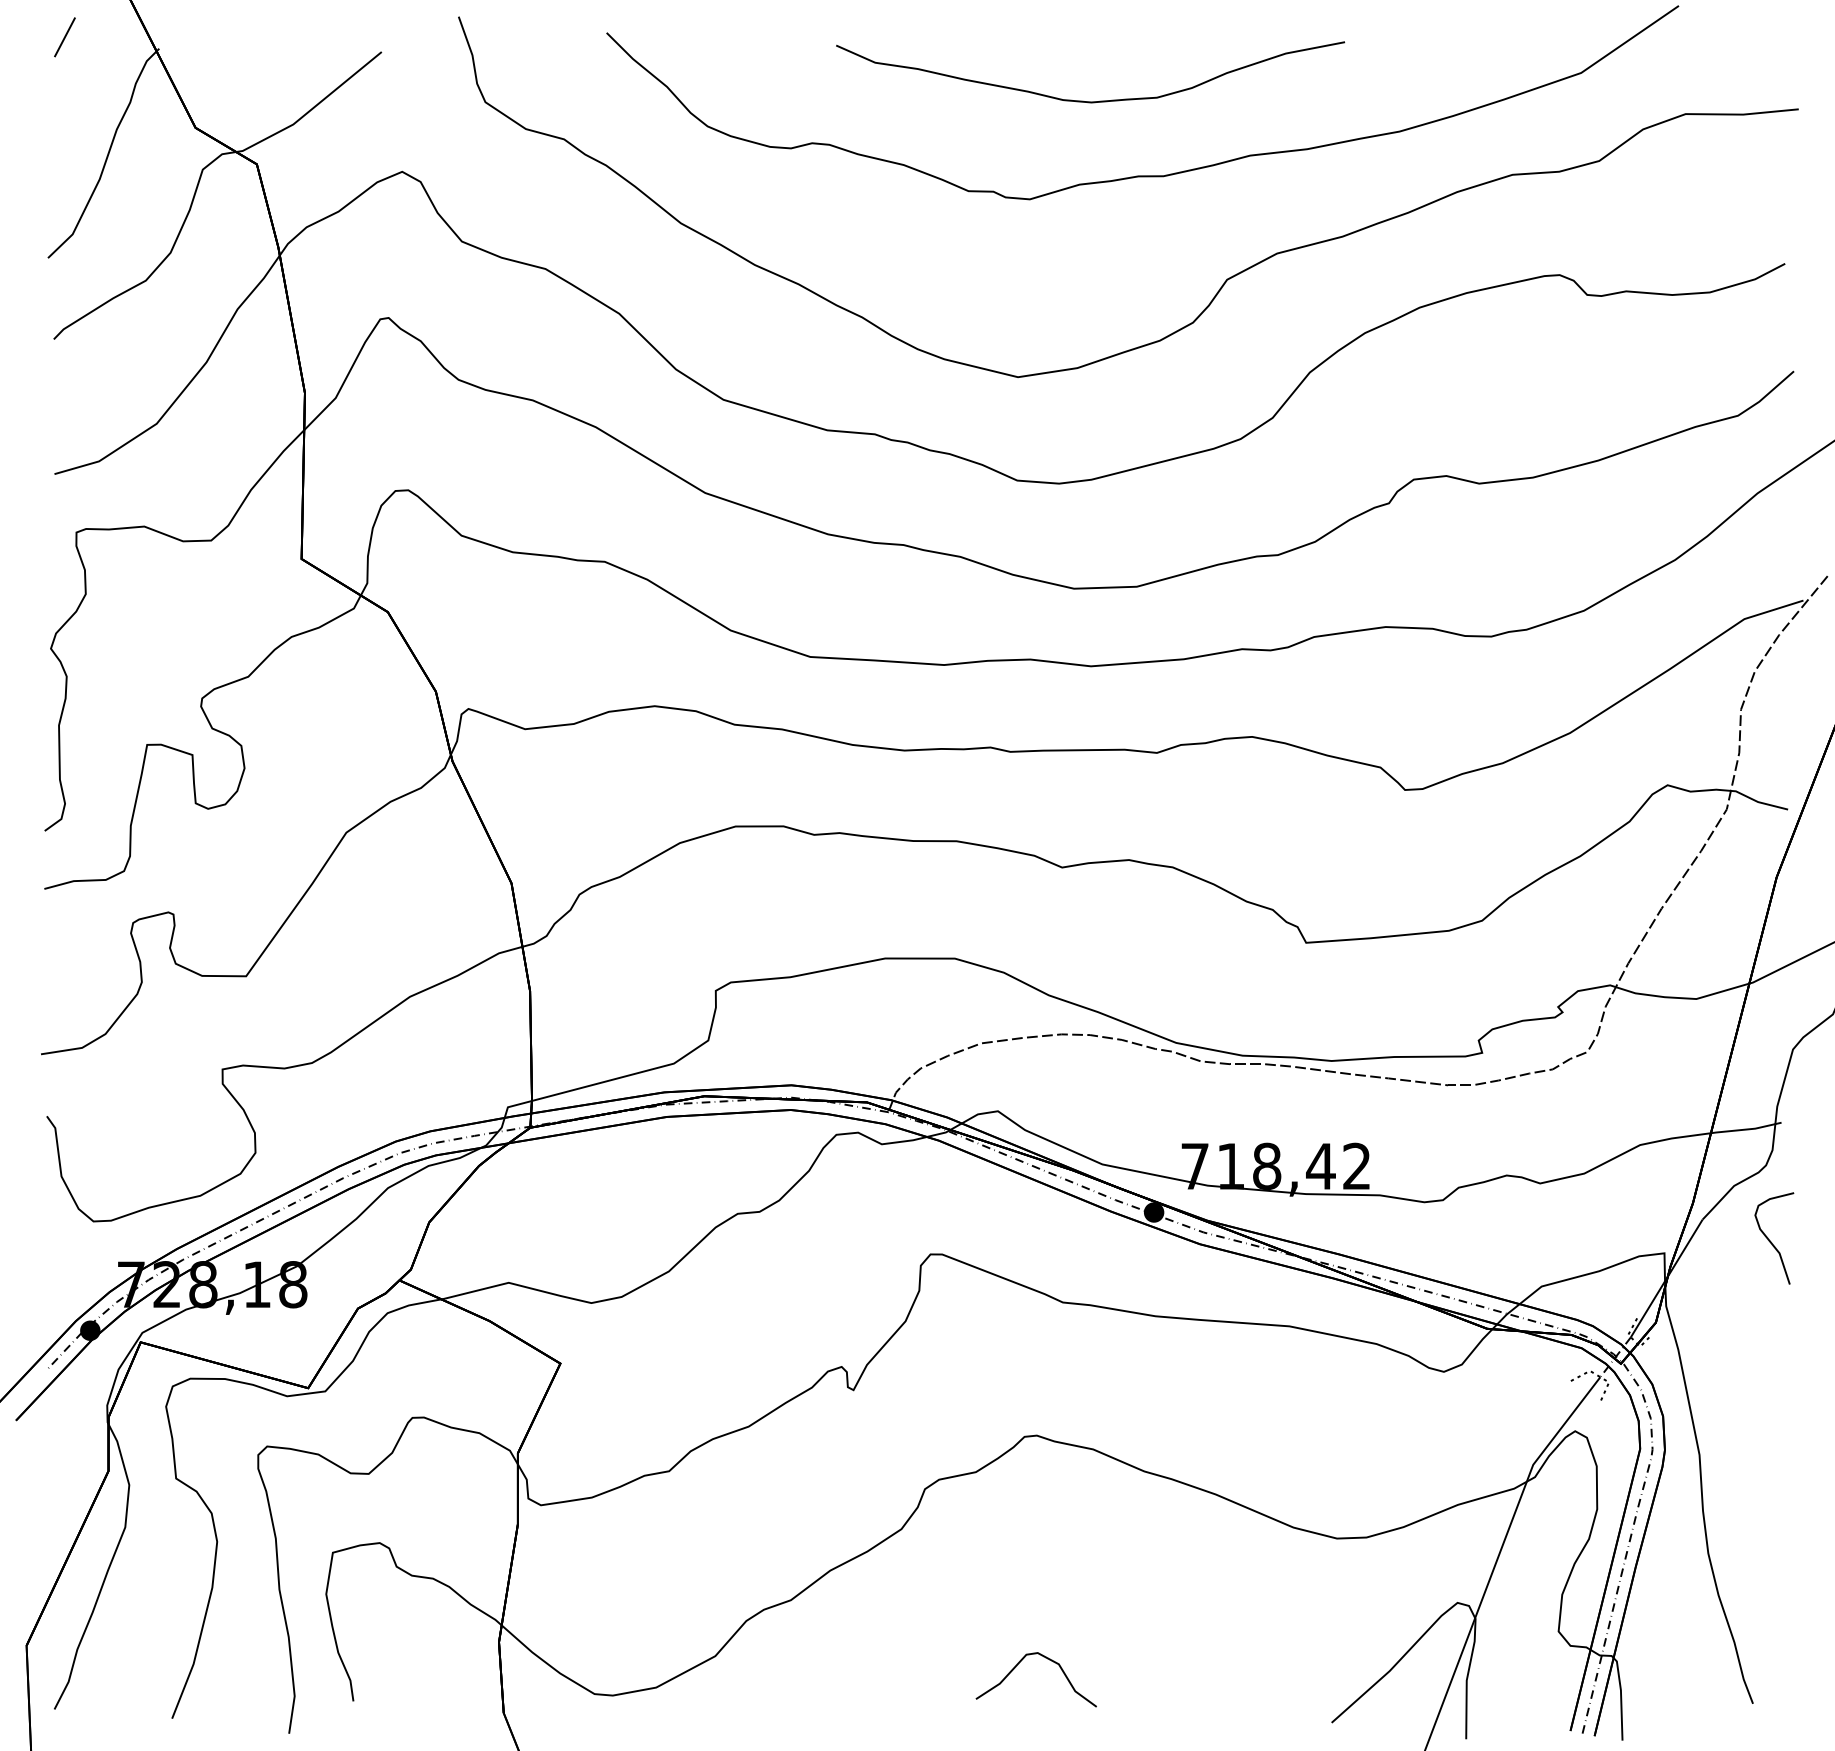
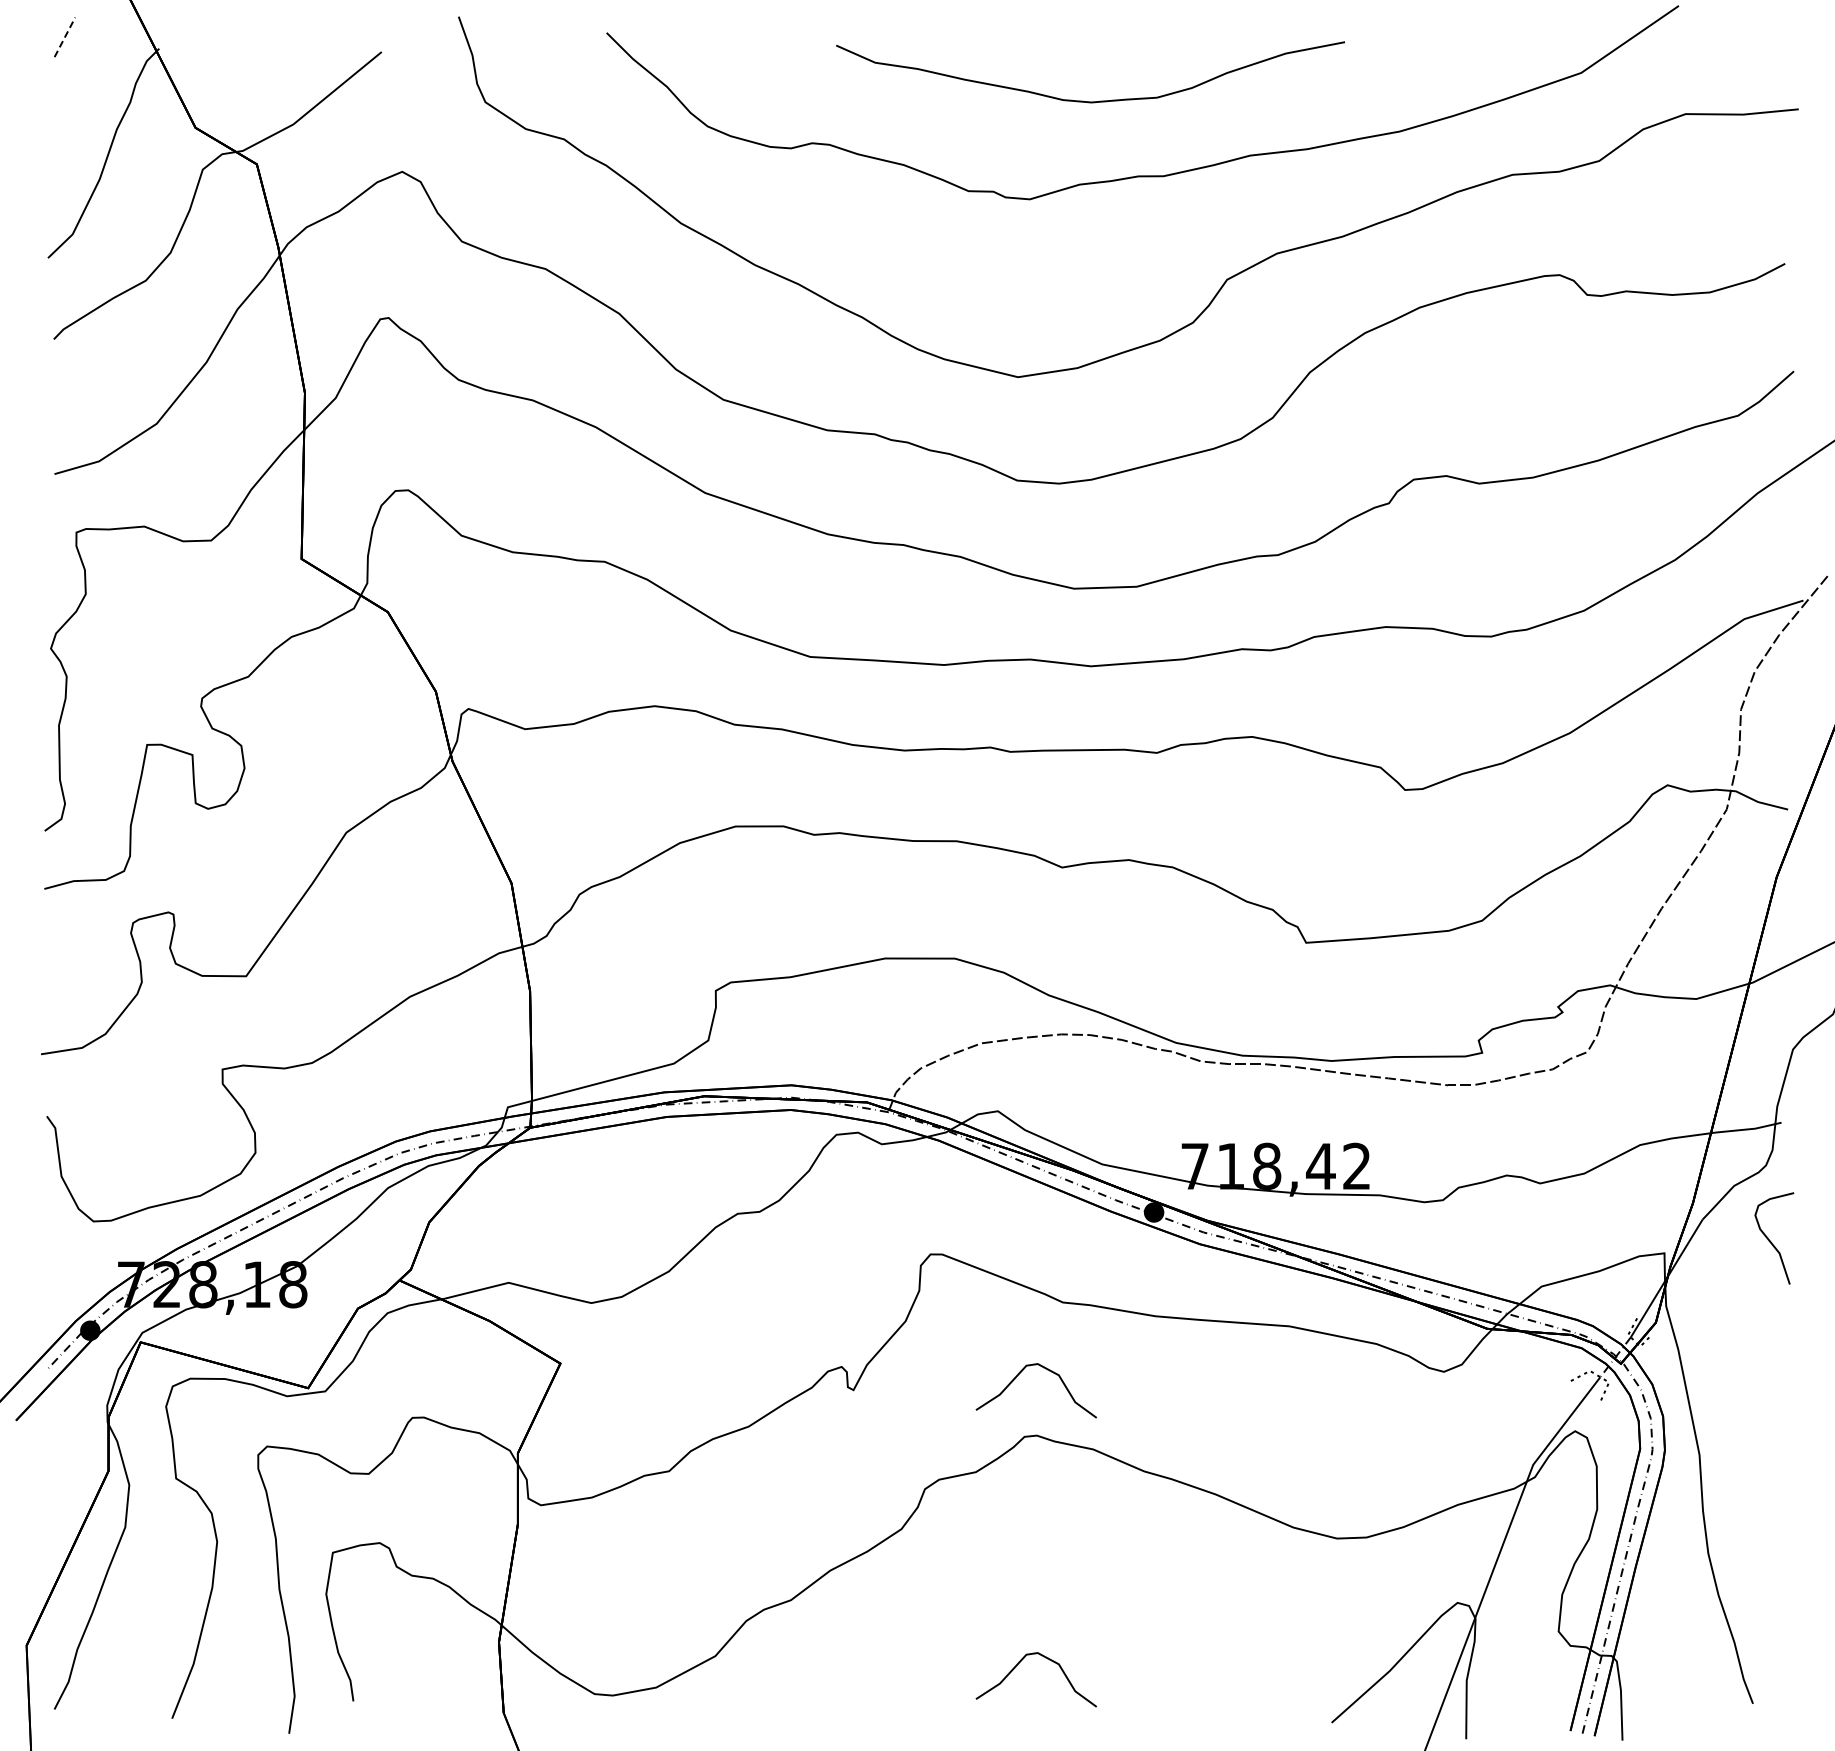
line at (65, 36): solid -> dashed
curve at (1016, 1378): none -> present
